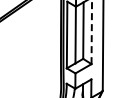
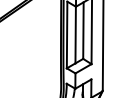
line at (91, 32): dashed -> solid
